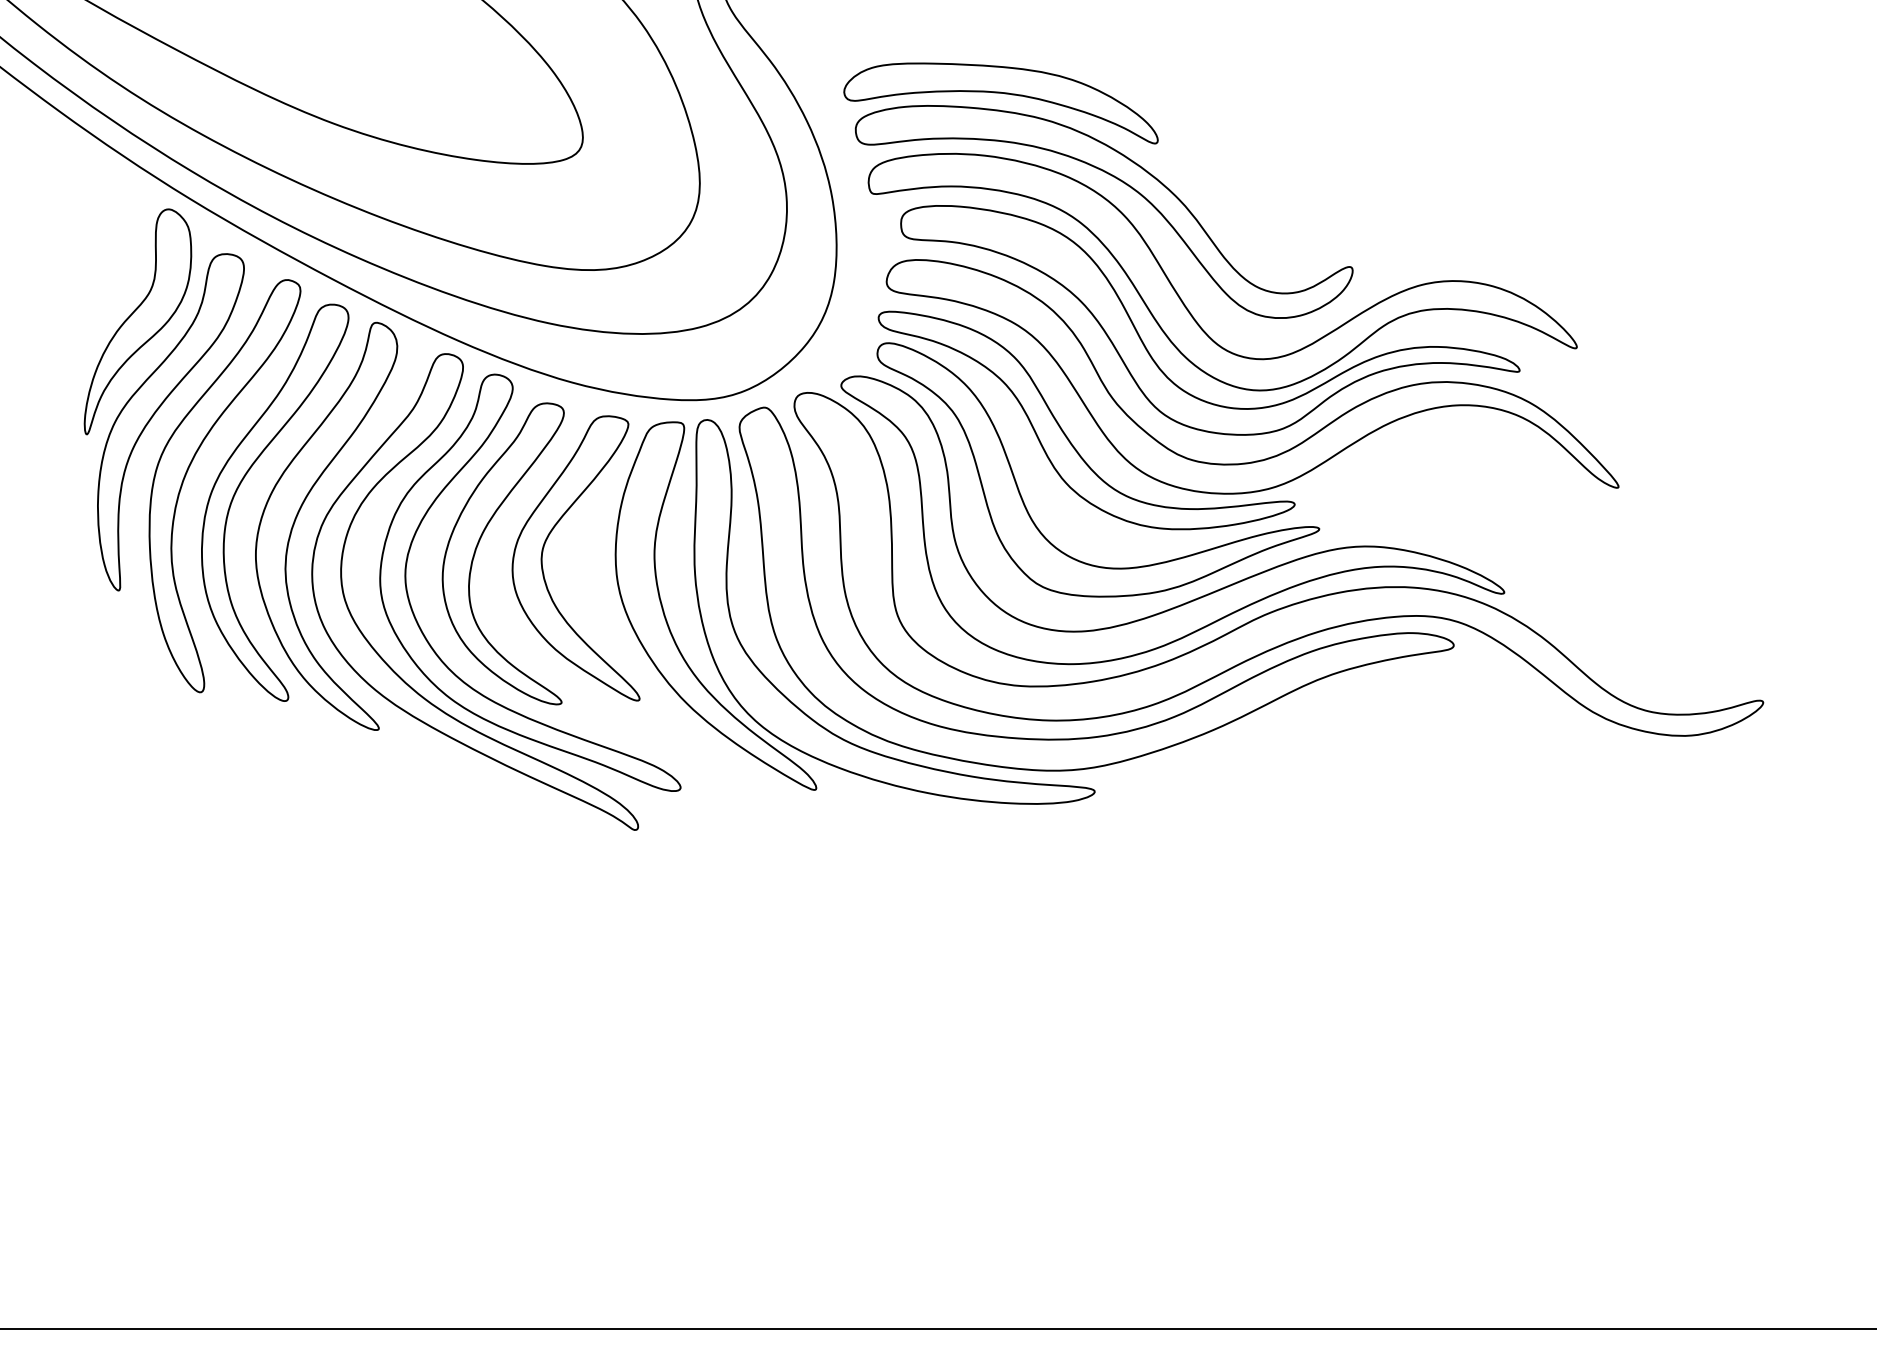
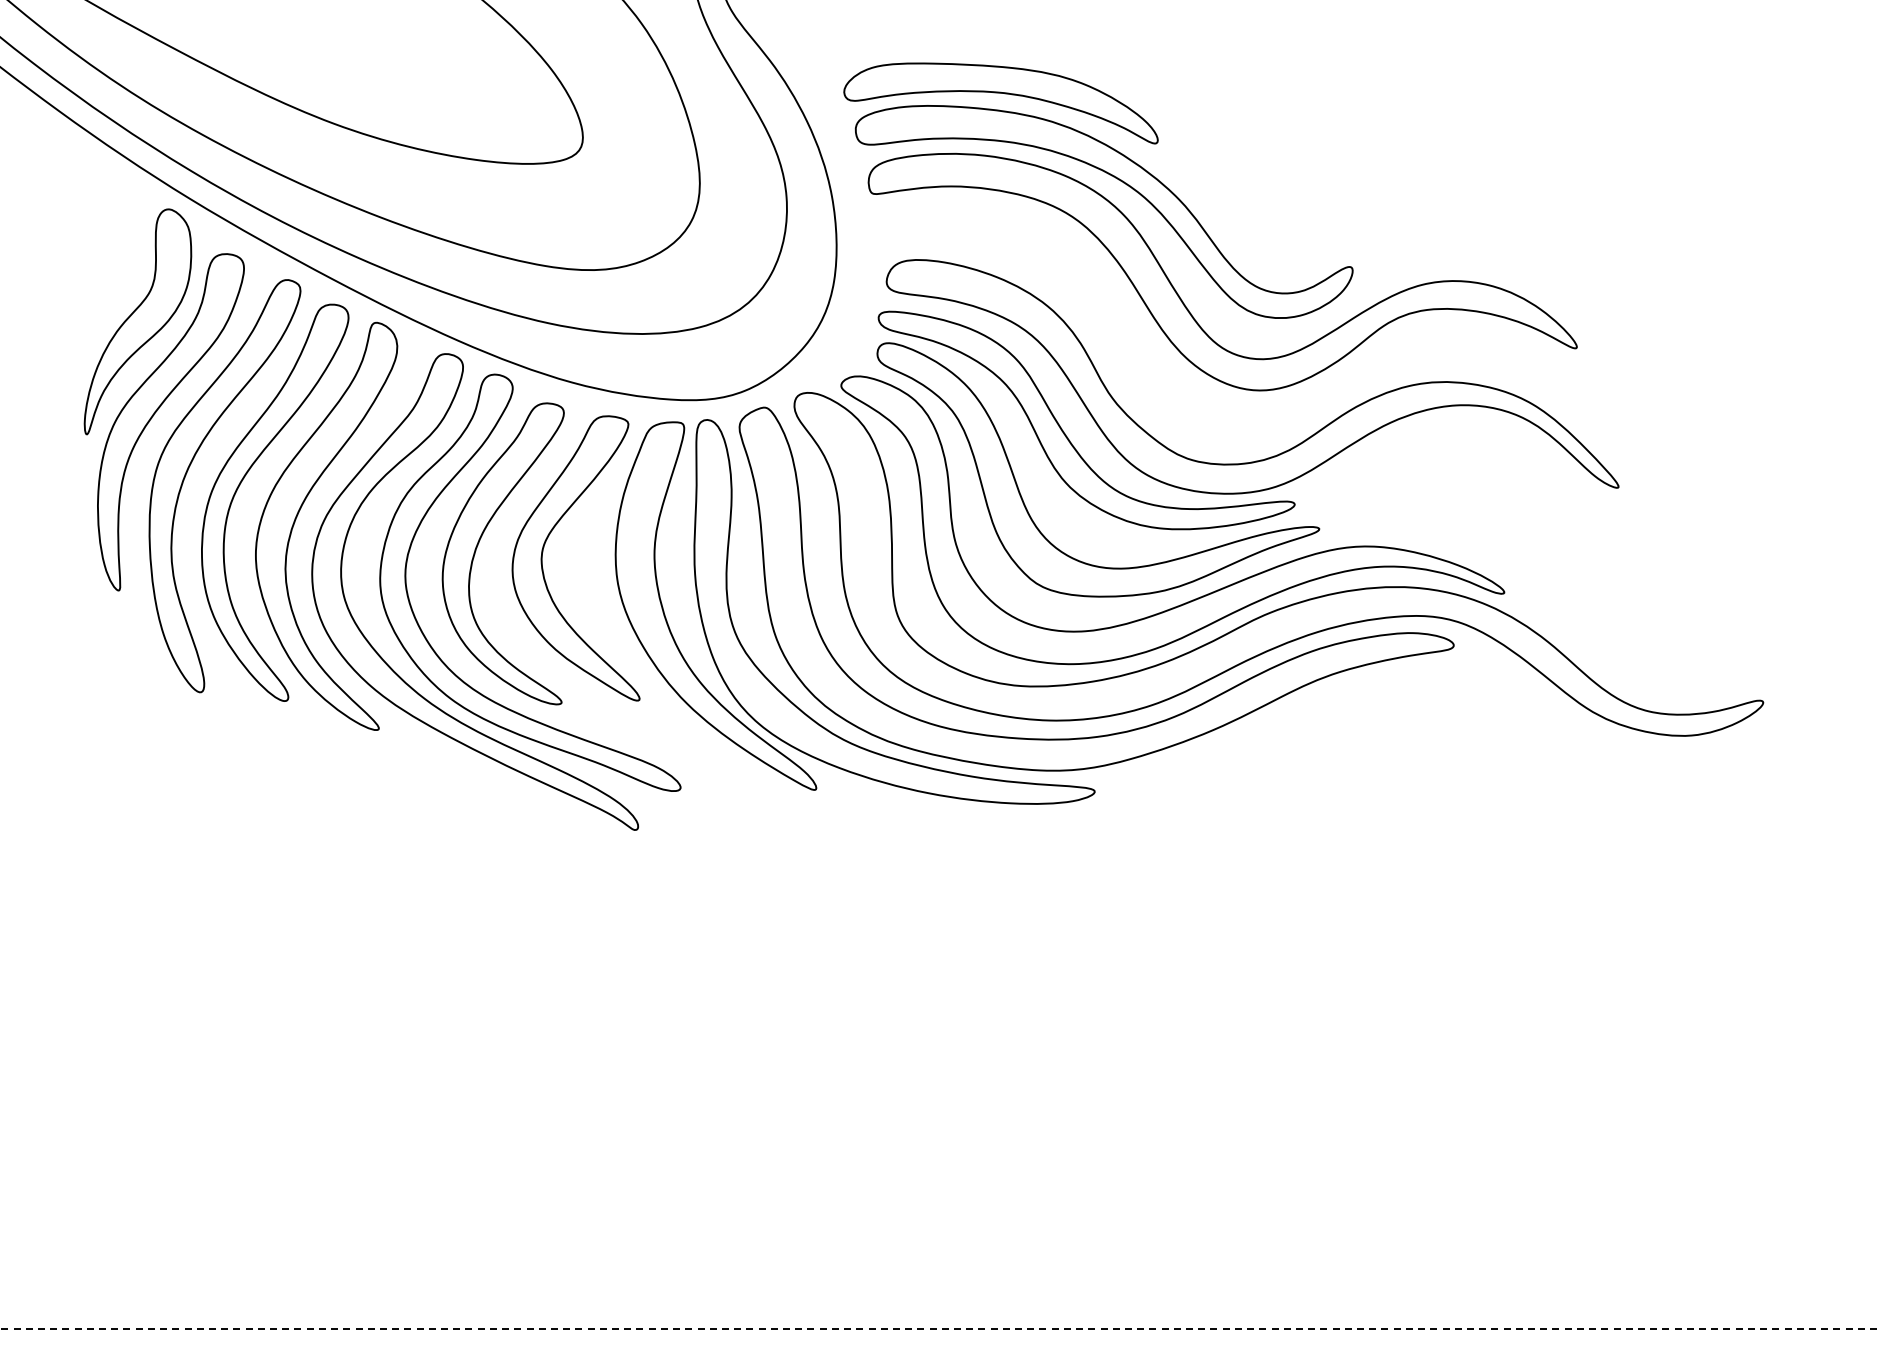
part at (1156, 362): present -> none
line at (938, 1328): solid -> dashed
